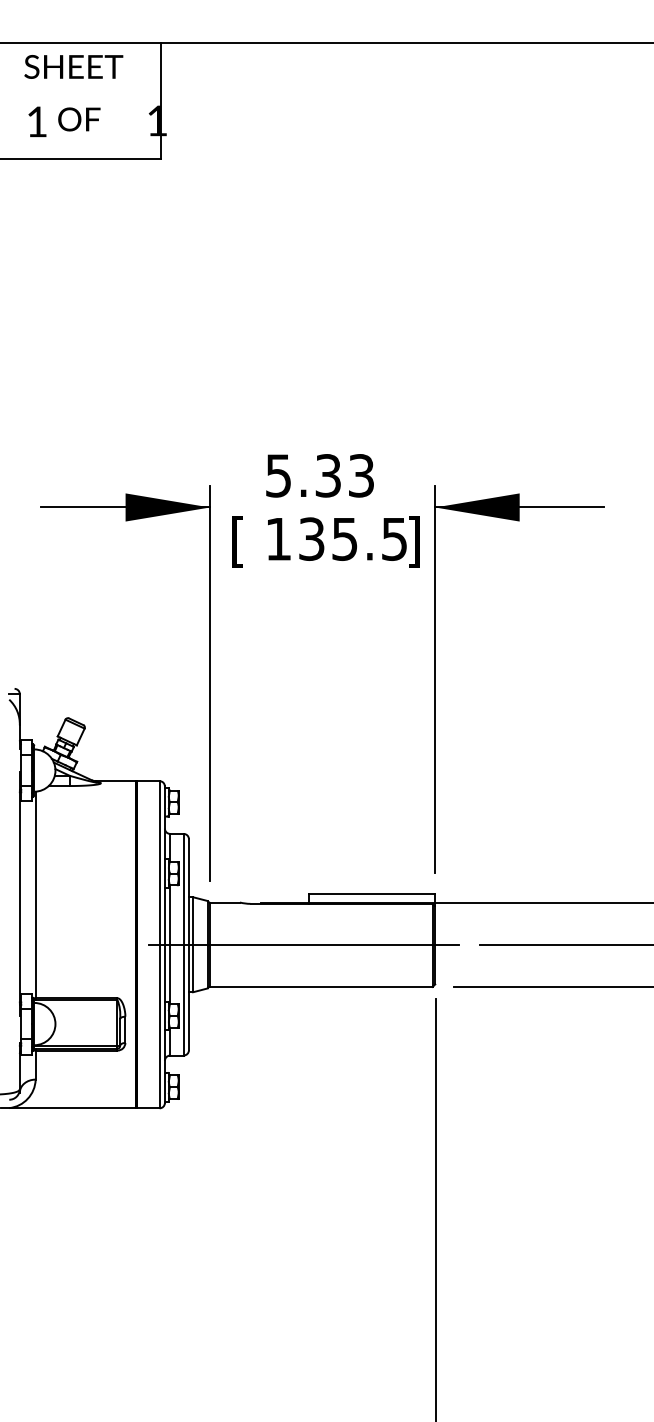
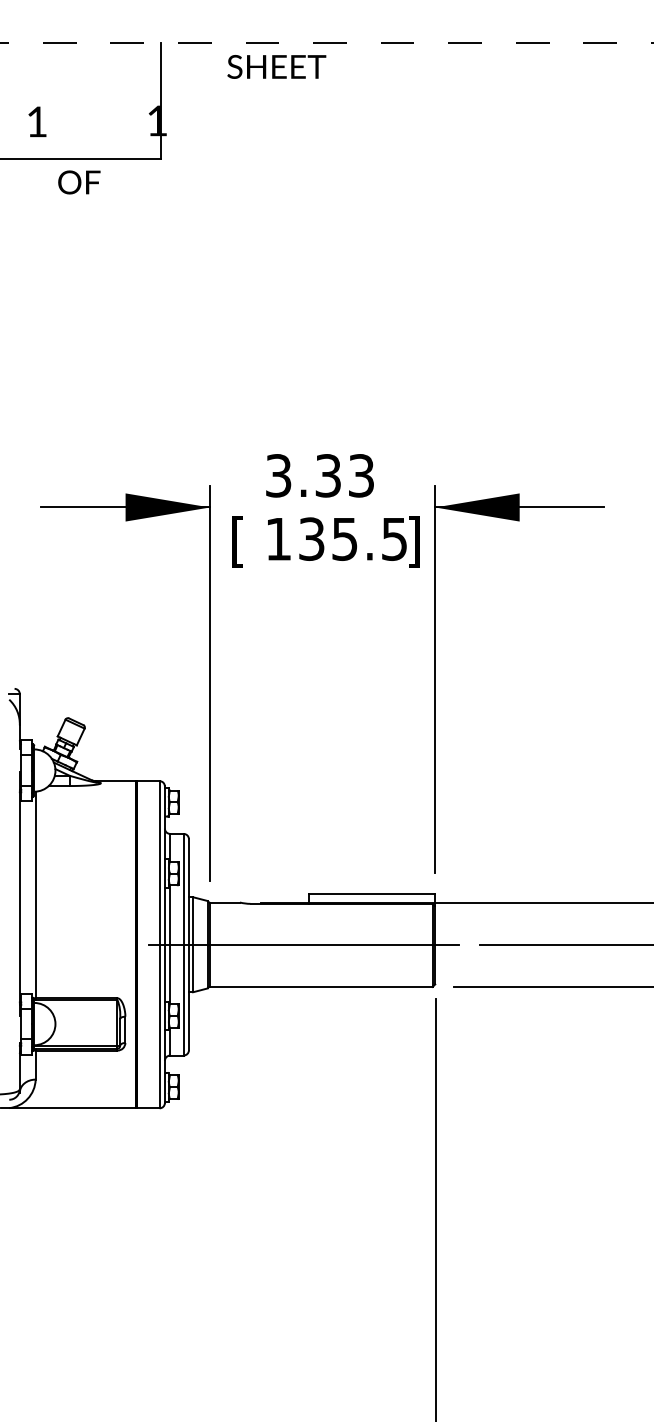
line at (327, 42): solid -> dashed
text at (73, 66) position: (73, 66) -> (276, 66)
text at (79, 119) position: (79, 119) -> (79, 182)
text at (279, 475): 5.33 -> 3.33
